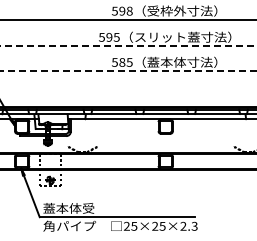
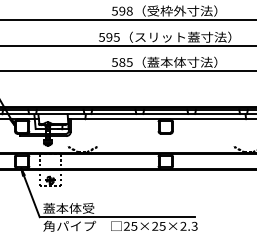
line at (128, 46): dashed -> solid
line at (128, 71): dashed -> solid
